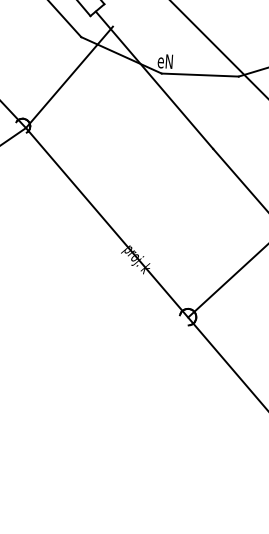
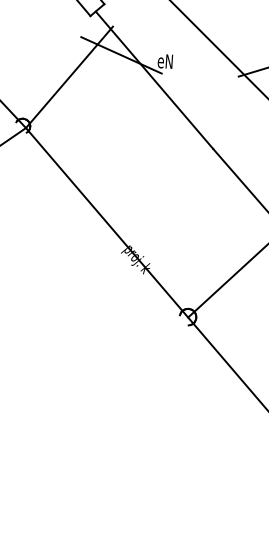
line at (65, 19): present -> none
line at (199, 74): present -> none
